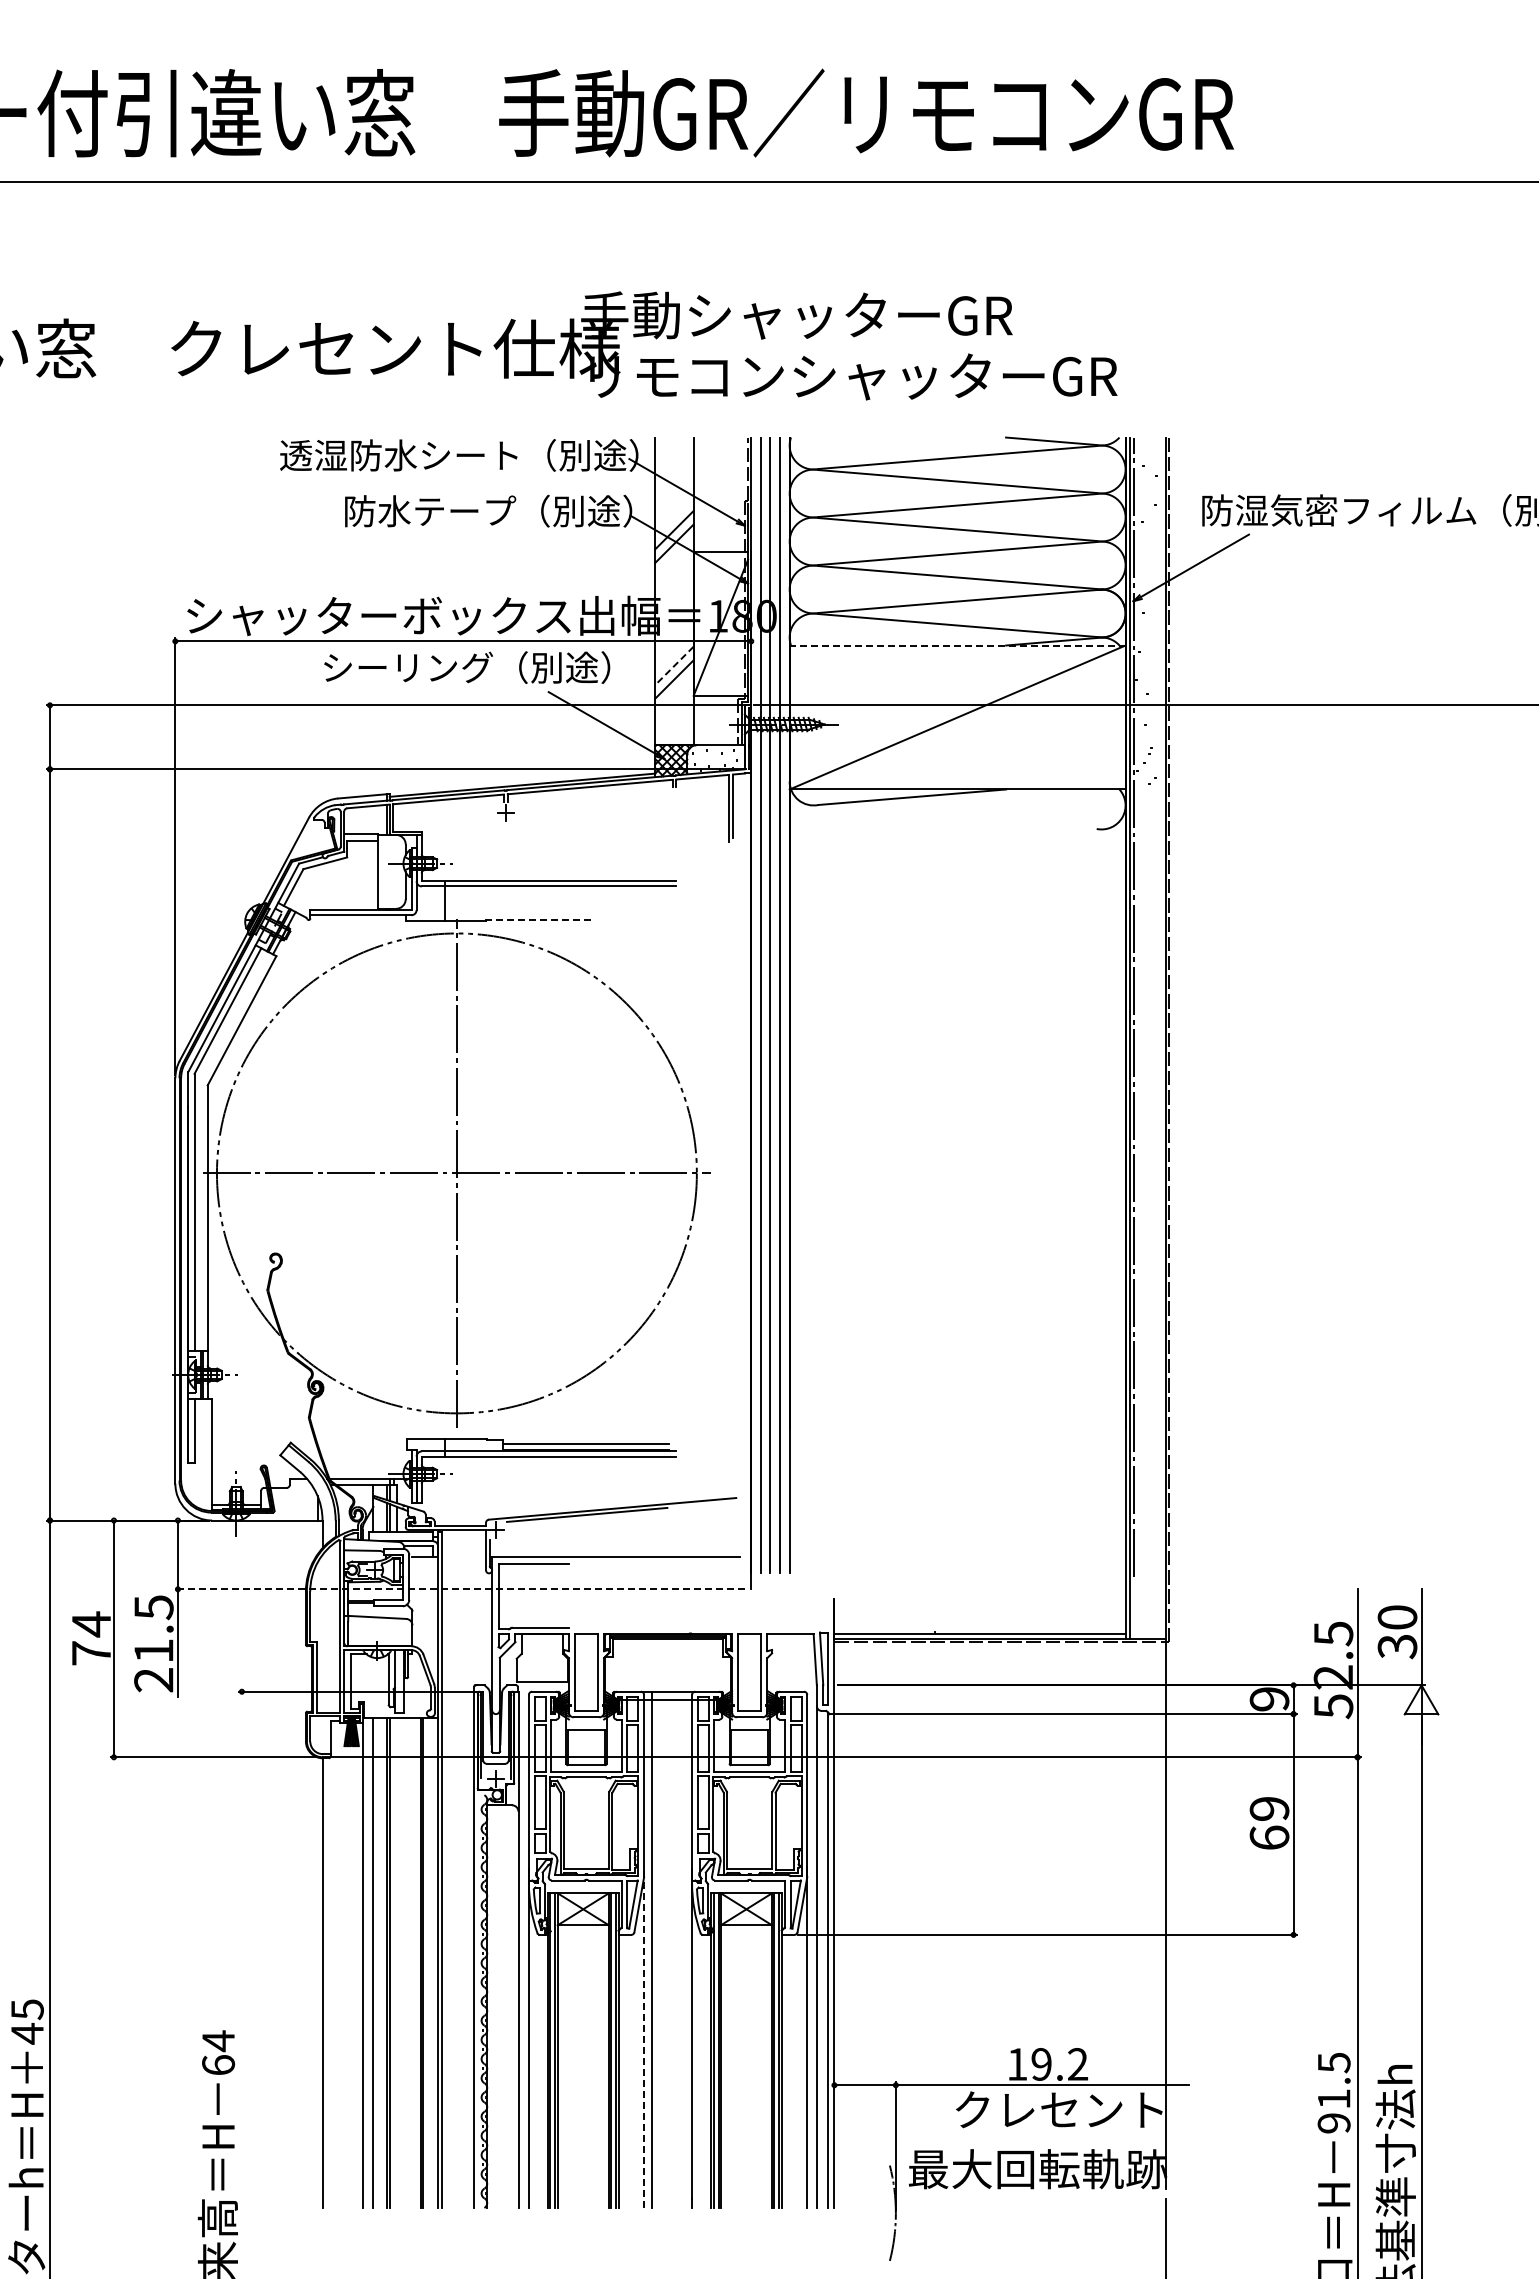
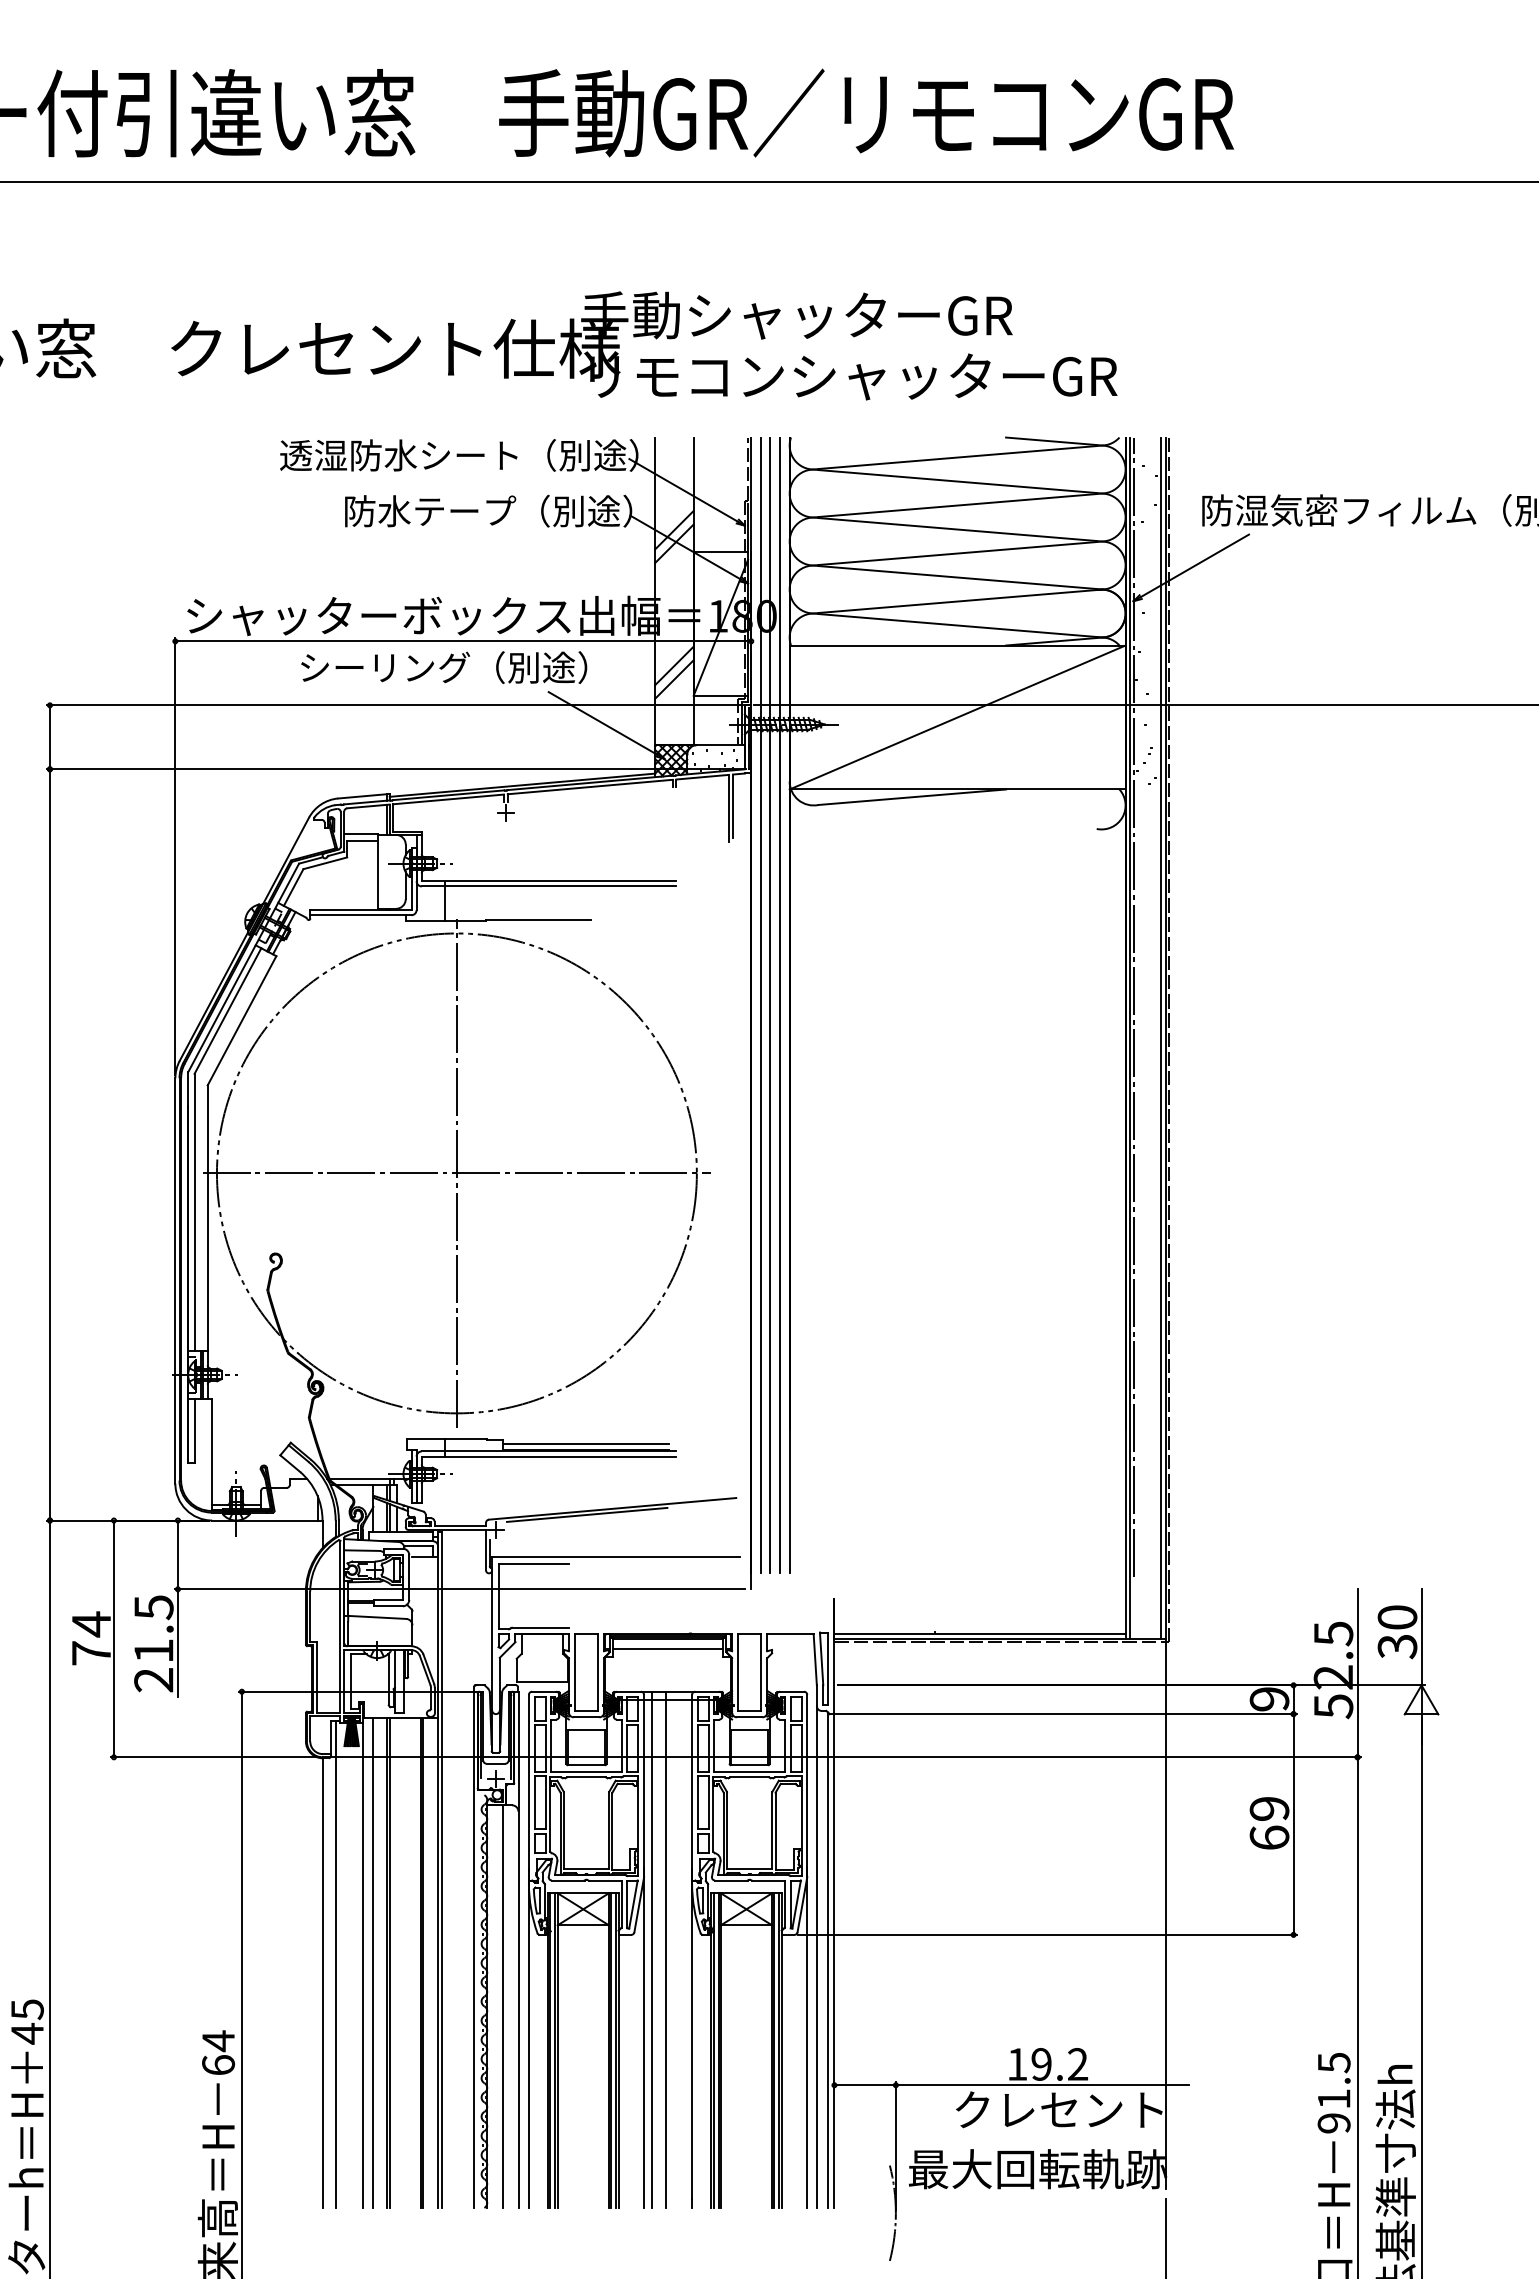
line at (957, 645): dashed -> solid
line at (674, 666): dashed -> solid
text at (467, 667) position: (467, 667) -> (444, 667)
line at (538, 920): dashed -> solid
line at (1160, 1037): none -> present
line at (459, 1589): dashed -> solid
line at (668, 1649): none -> present
line at (666, 1949): none -> present
line at (335, 1964): none -> present
line at (241, 1983): none -> present
line at (503, 2006): none -> present
line at (644, 2037): dashed -> solid
